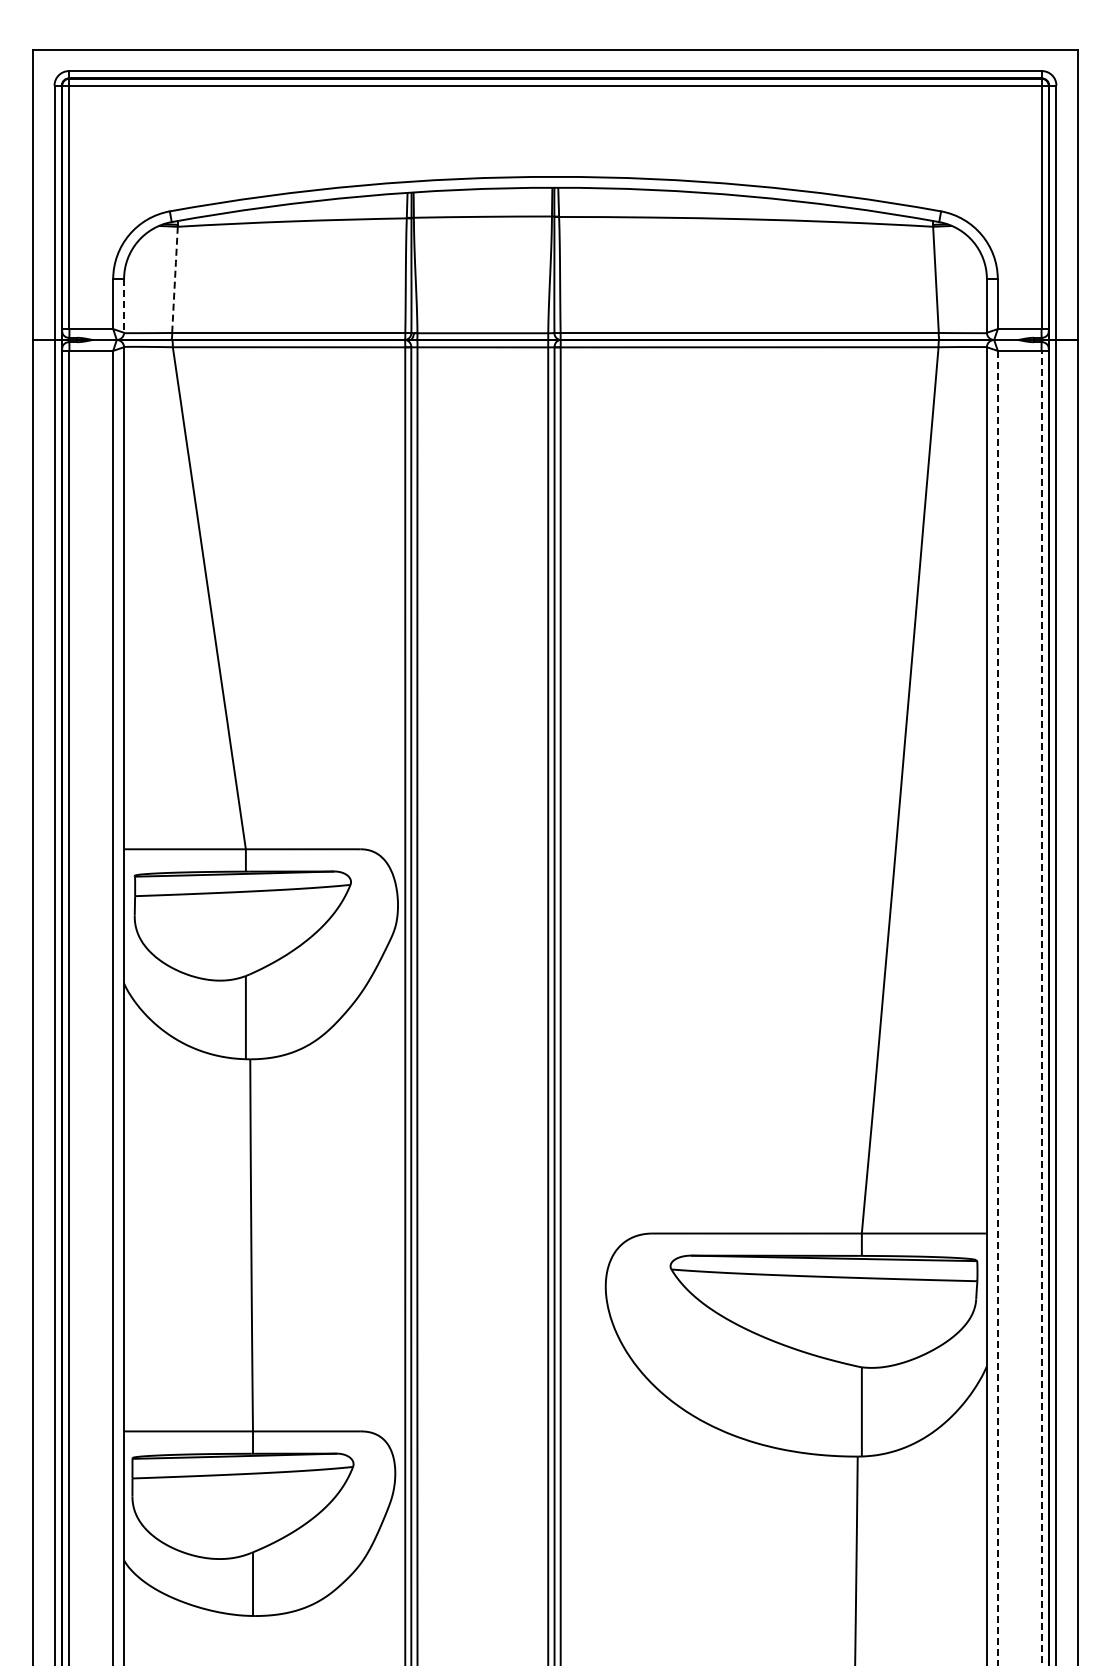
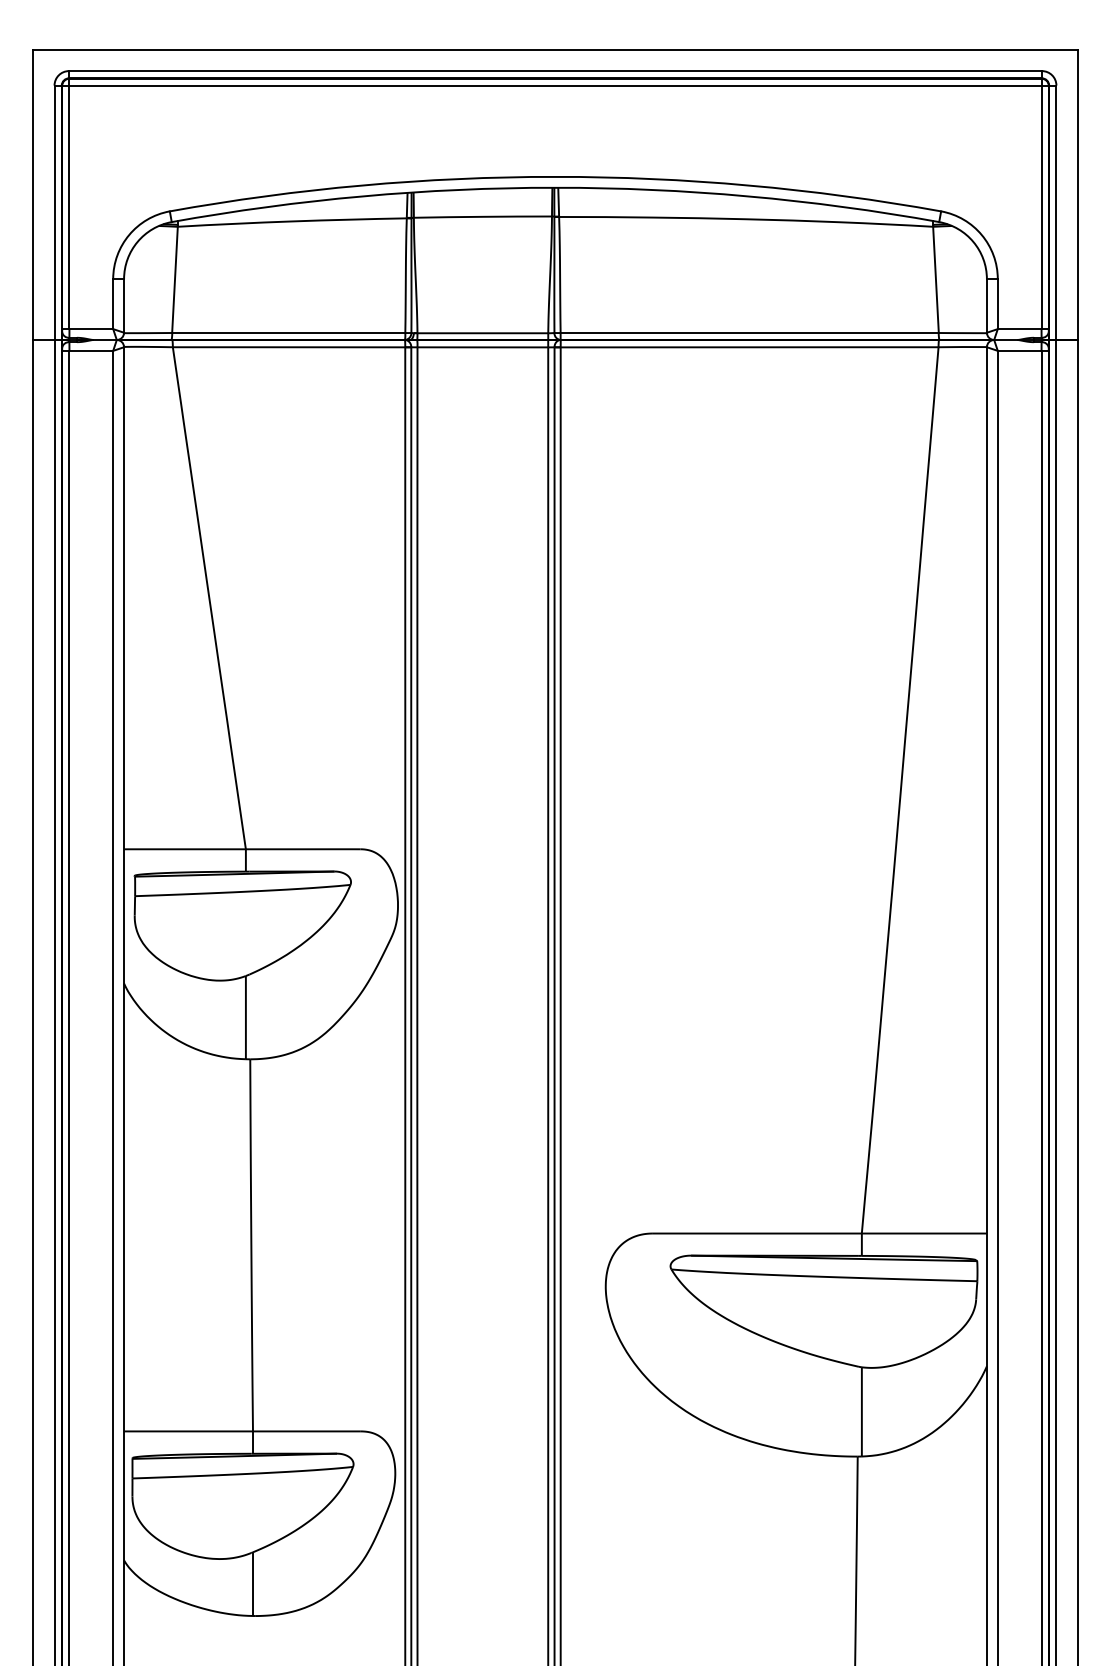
line at (175, 279): dashed -> solid
line at (124, 305): dashed -> solid
line at (1041, 1007): dashed -> solid
line at (997, 1008): dashed -> solid
